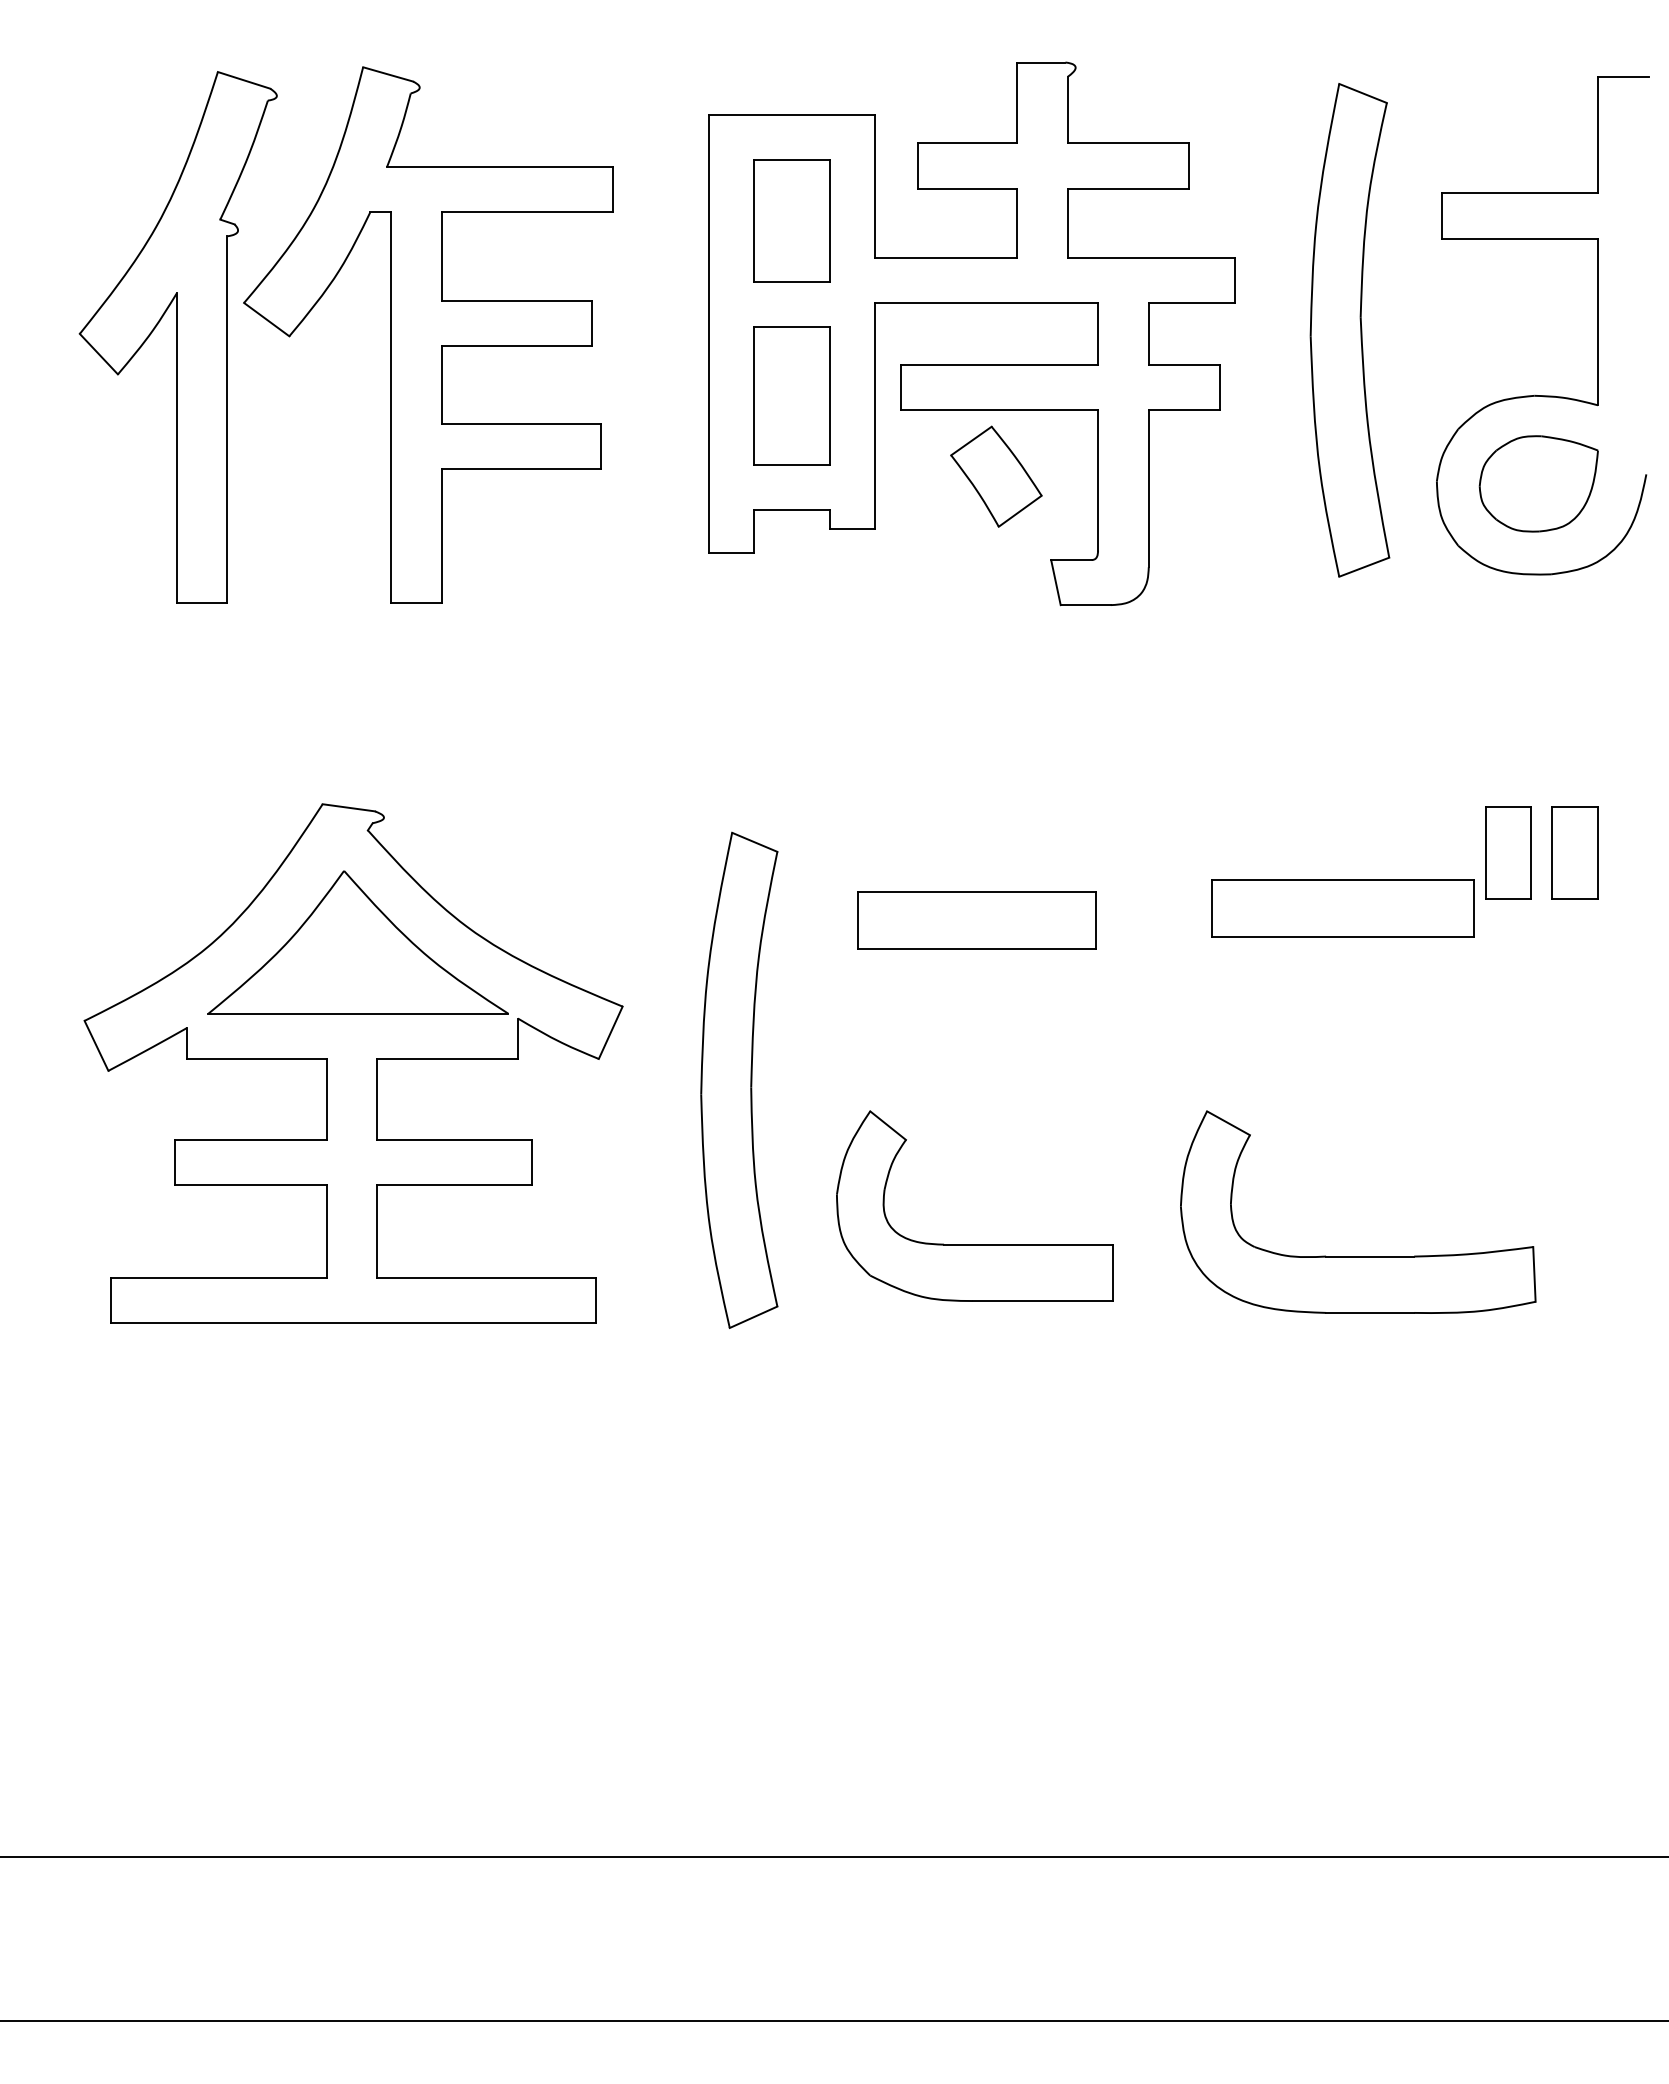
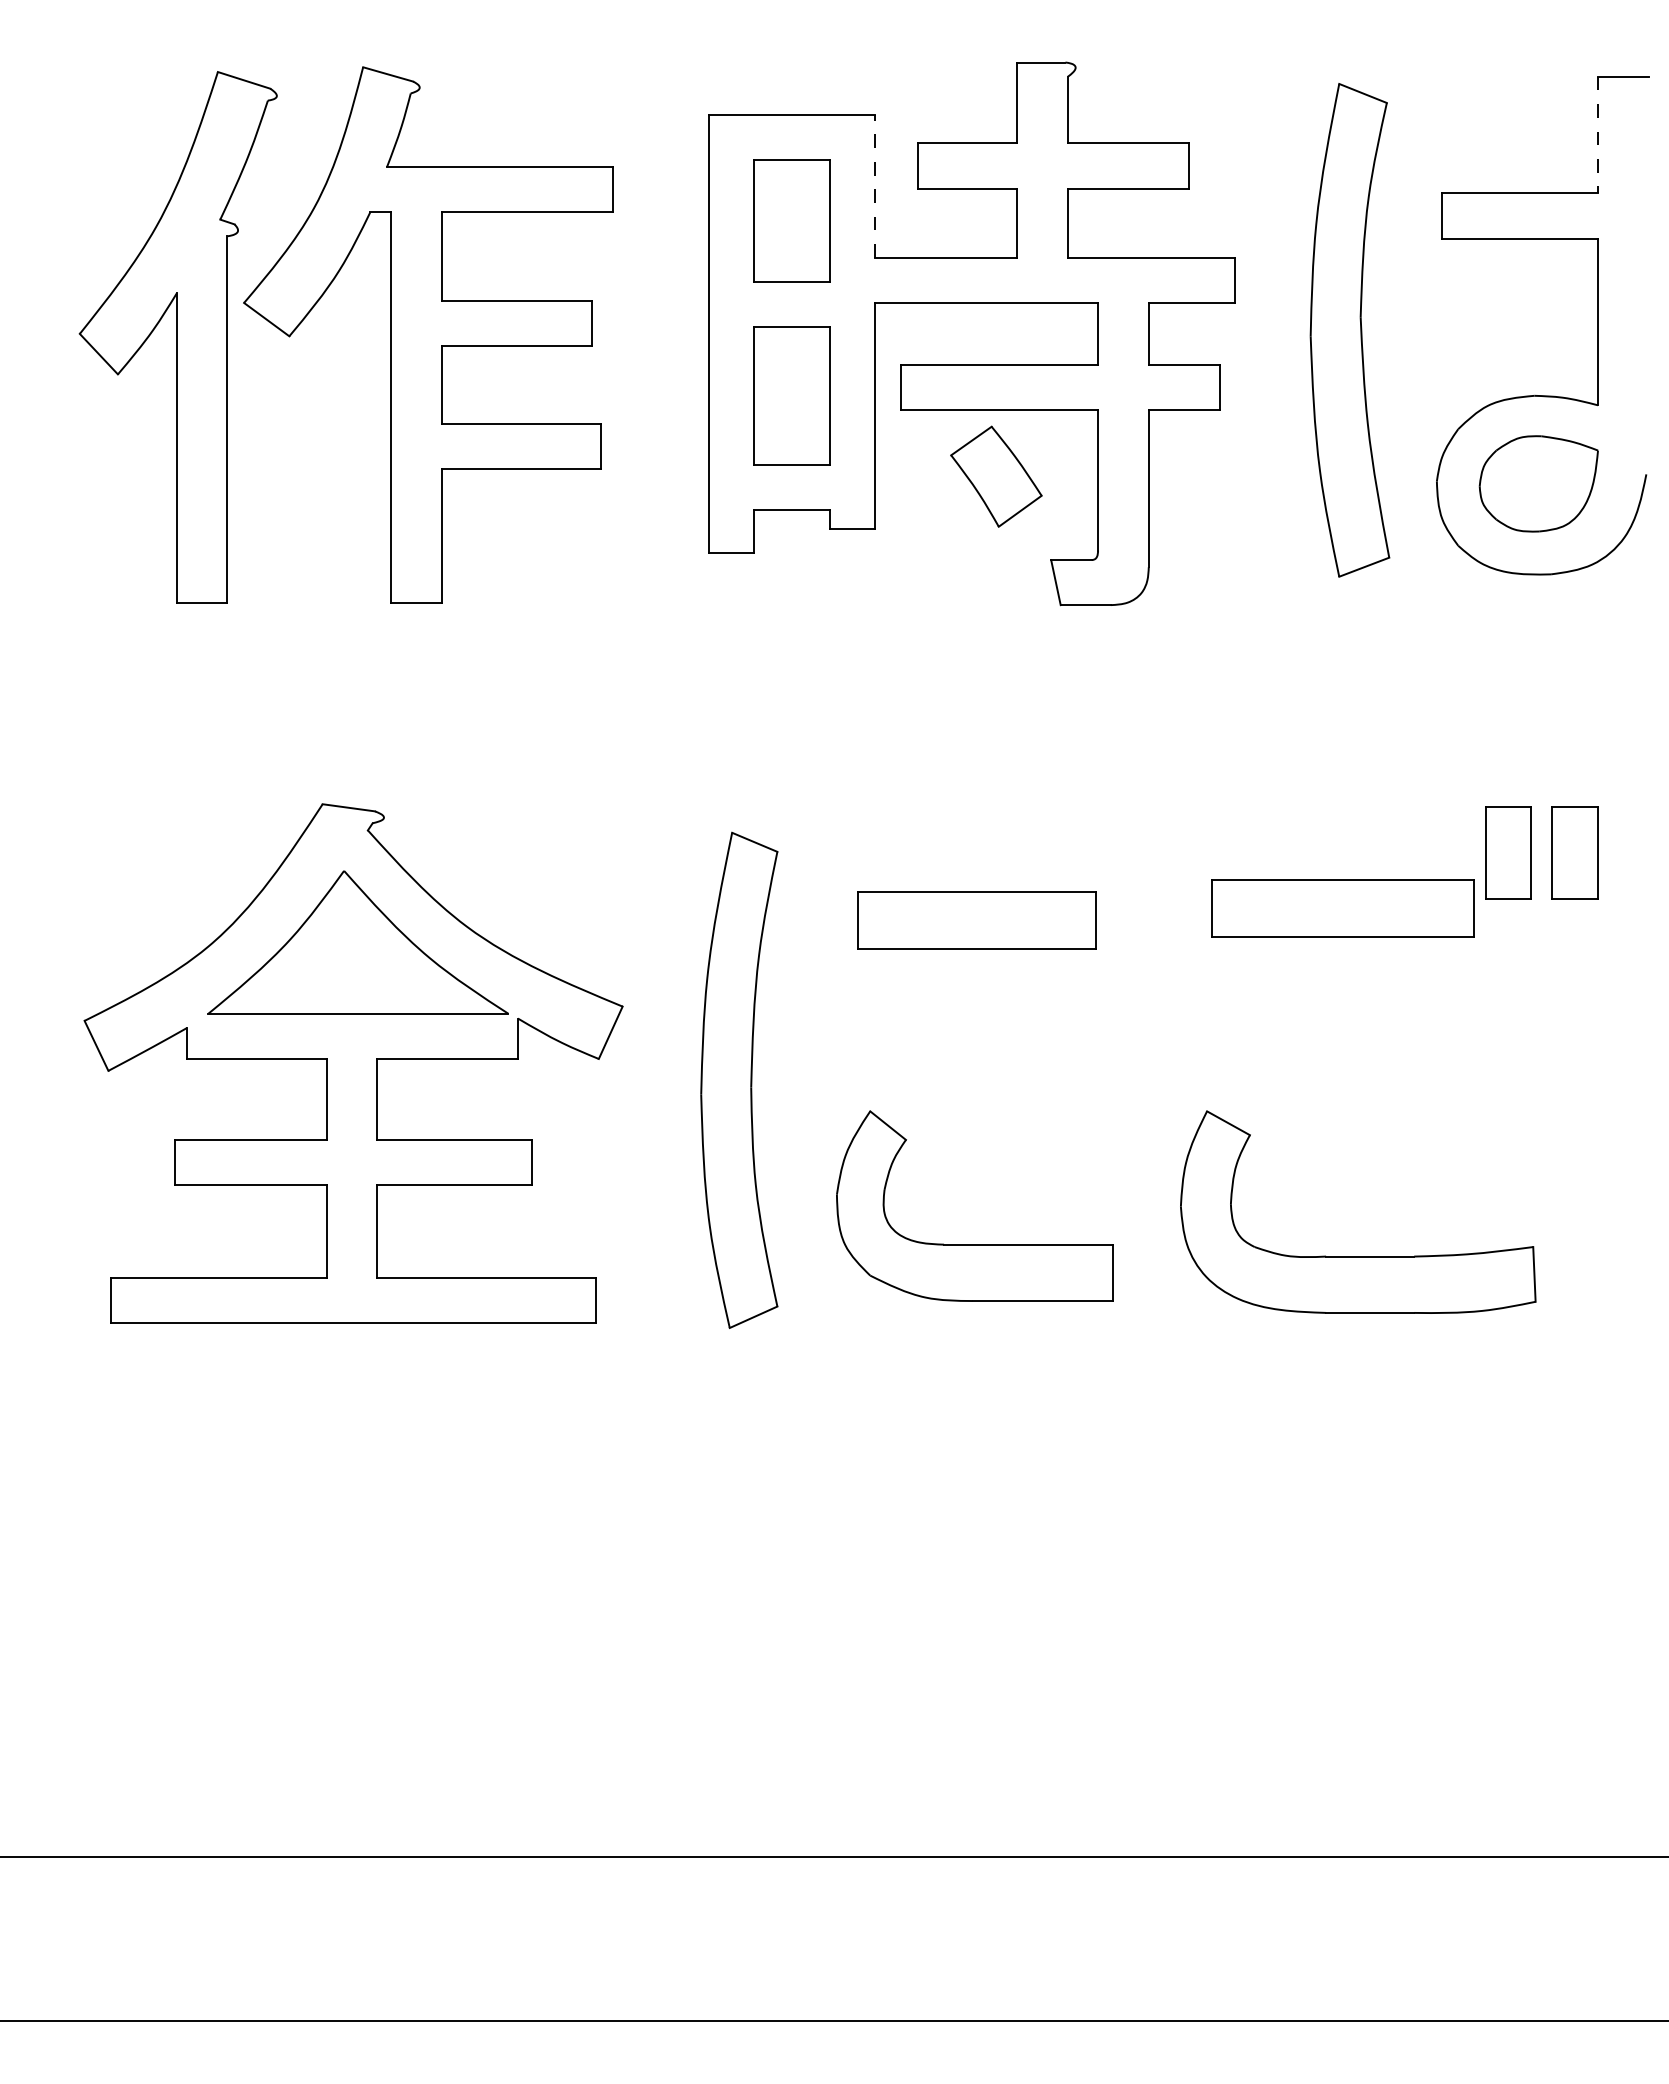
line at (1598, 135): solid -> dashed
line at (875, 185): solid -> dashed
